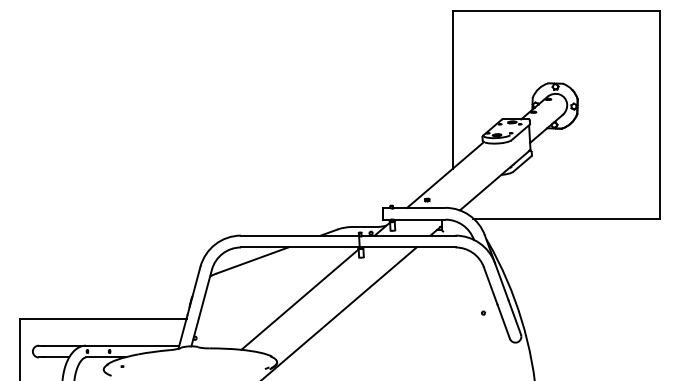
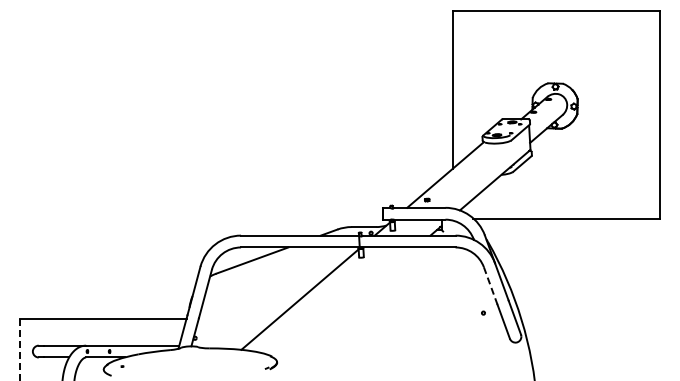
line at (490, 286): solid -> dashed
line at (340, 312): present -> none
line at (20, 349): solid -> dashed
